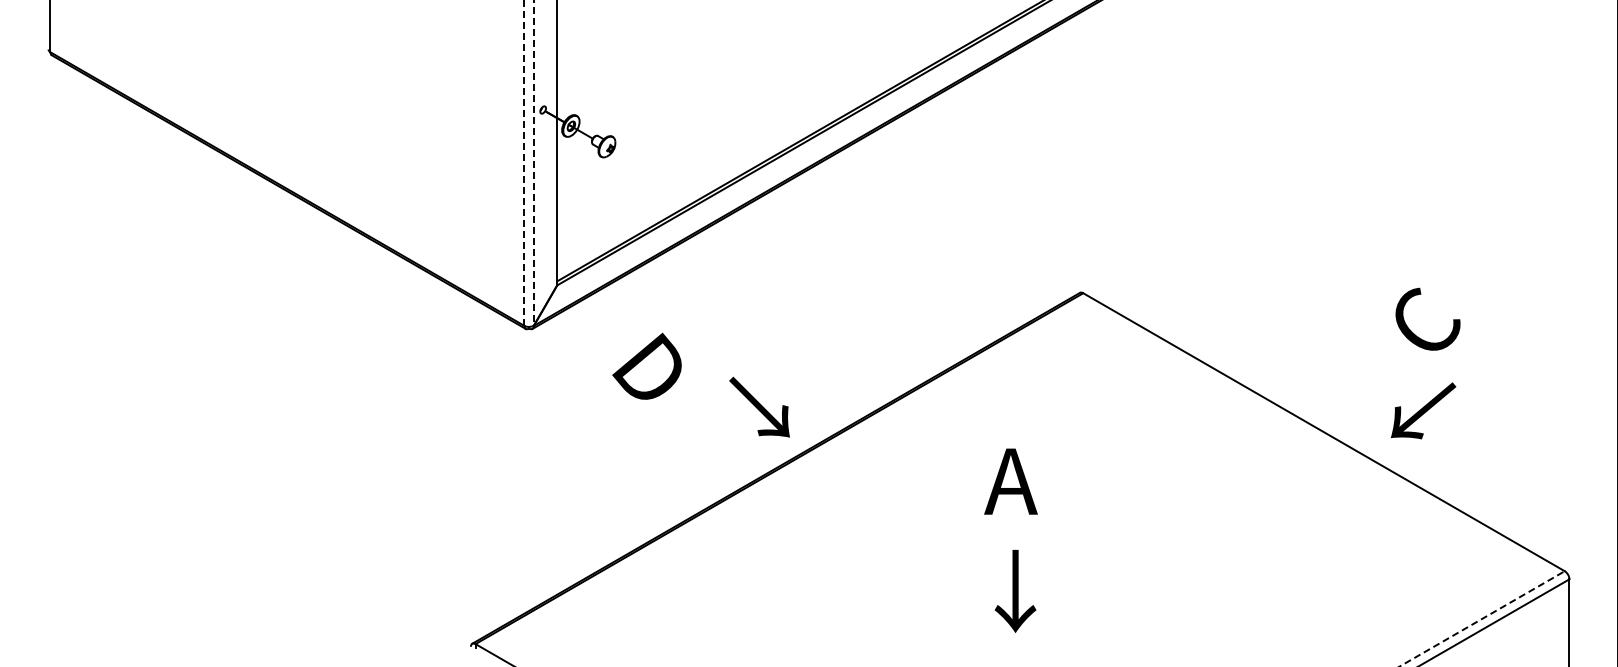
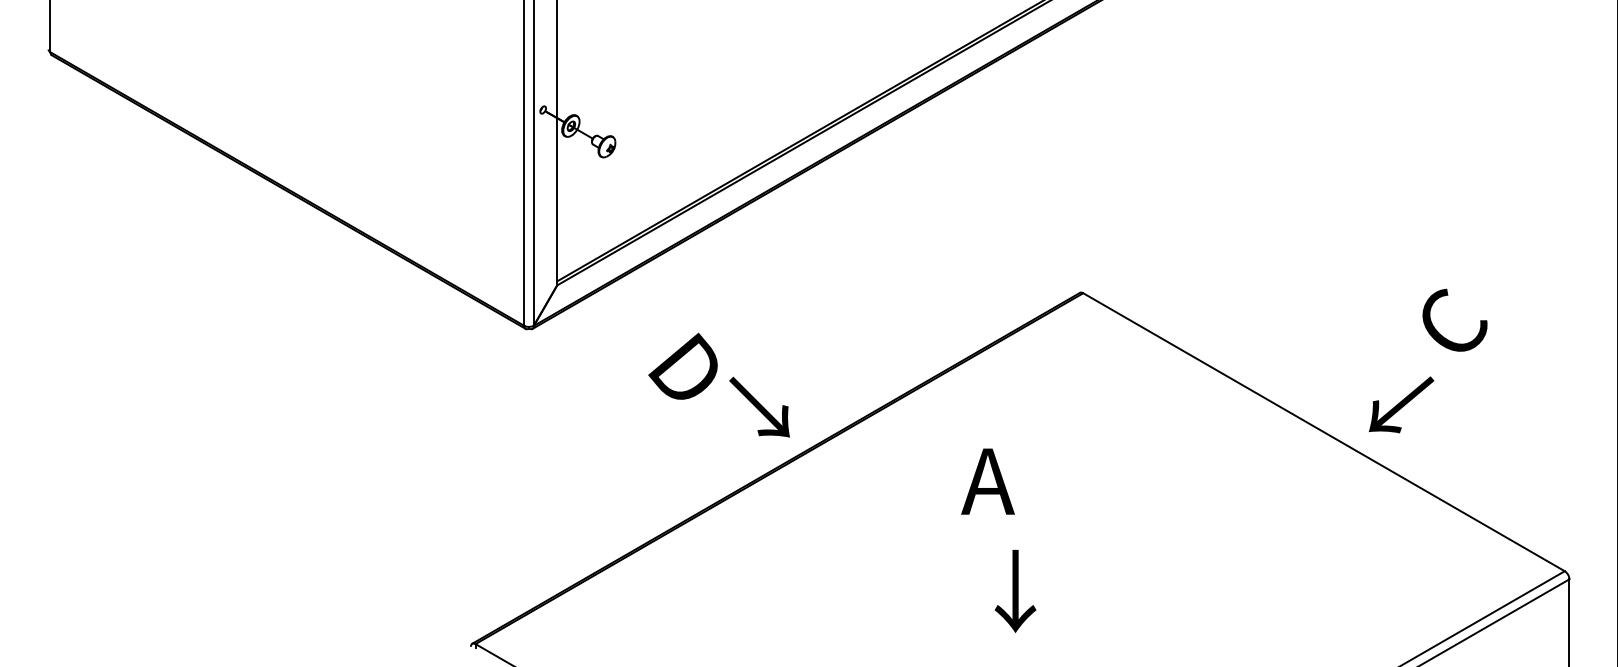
line at (524, 162): dashed -> solid
line at (533, 163): dashed -> solid
text at (1427, 318) position: (1427, 318) -> (1454, 319)
text at (646, 365) position: (646, 365) -> (682, 365)
text at (1423, 410) position: (1423, 410) -> (1401, 404)
text at (1010, 481) position: (1010, 481) -> (987, 481)
line at (1482, 618): dashed -> solid
